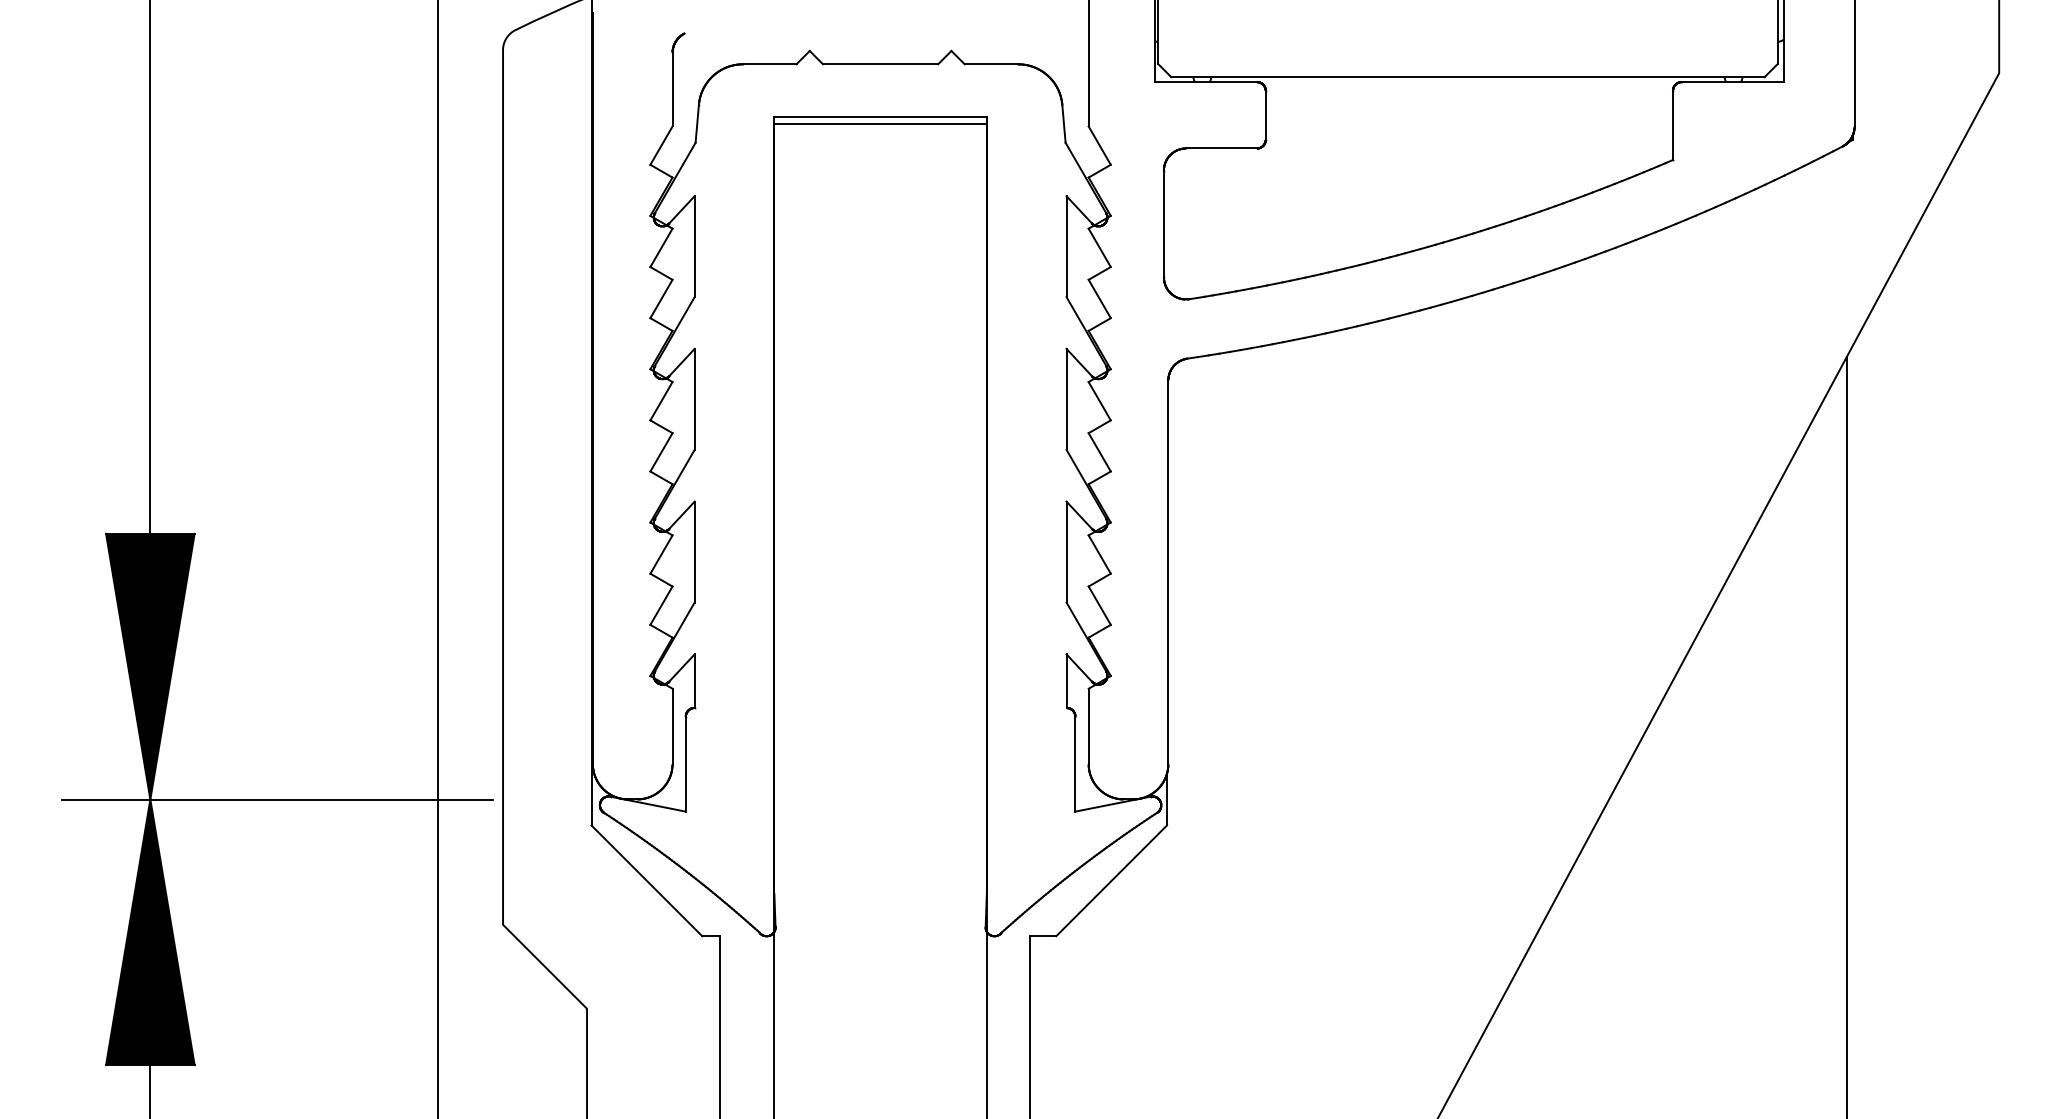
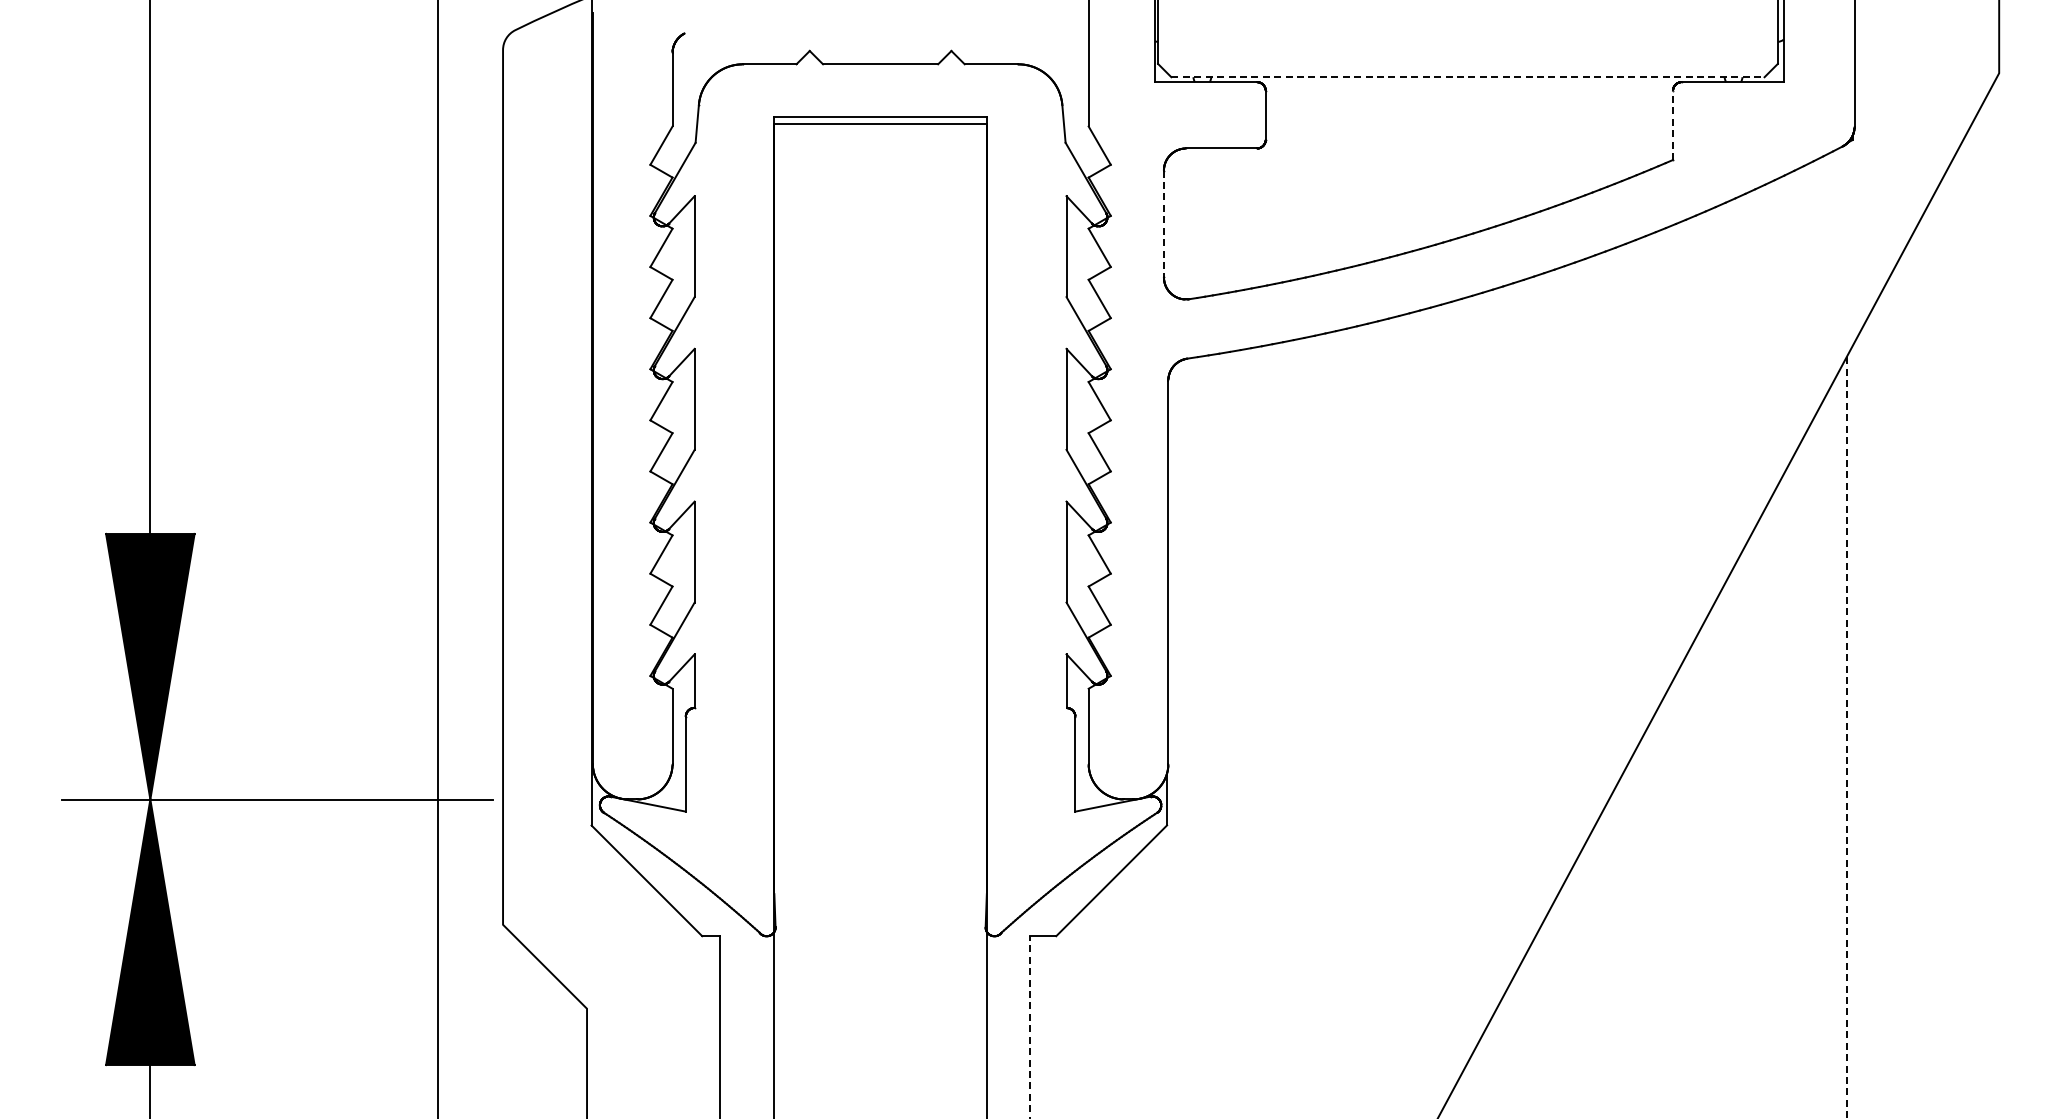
line at (1467, 77): solid -> dashed
line at (1673, 125): solid -> dashed
line at (1163, 224): solid -> dashed
line at (1846, 738): solid -> dashed
line at (1029, 1027): solid -> dashed
